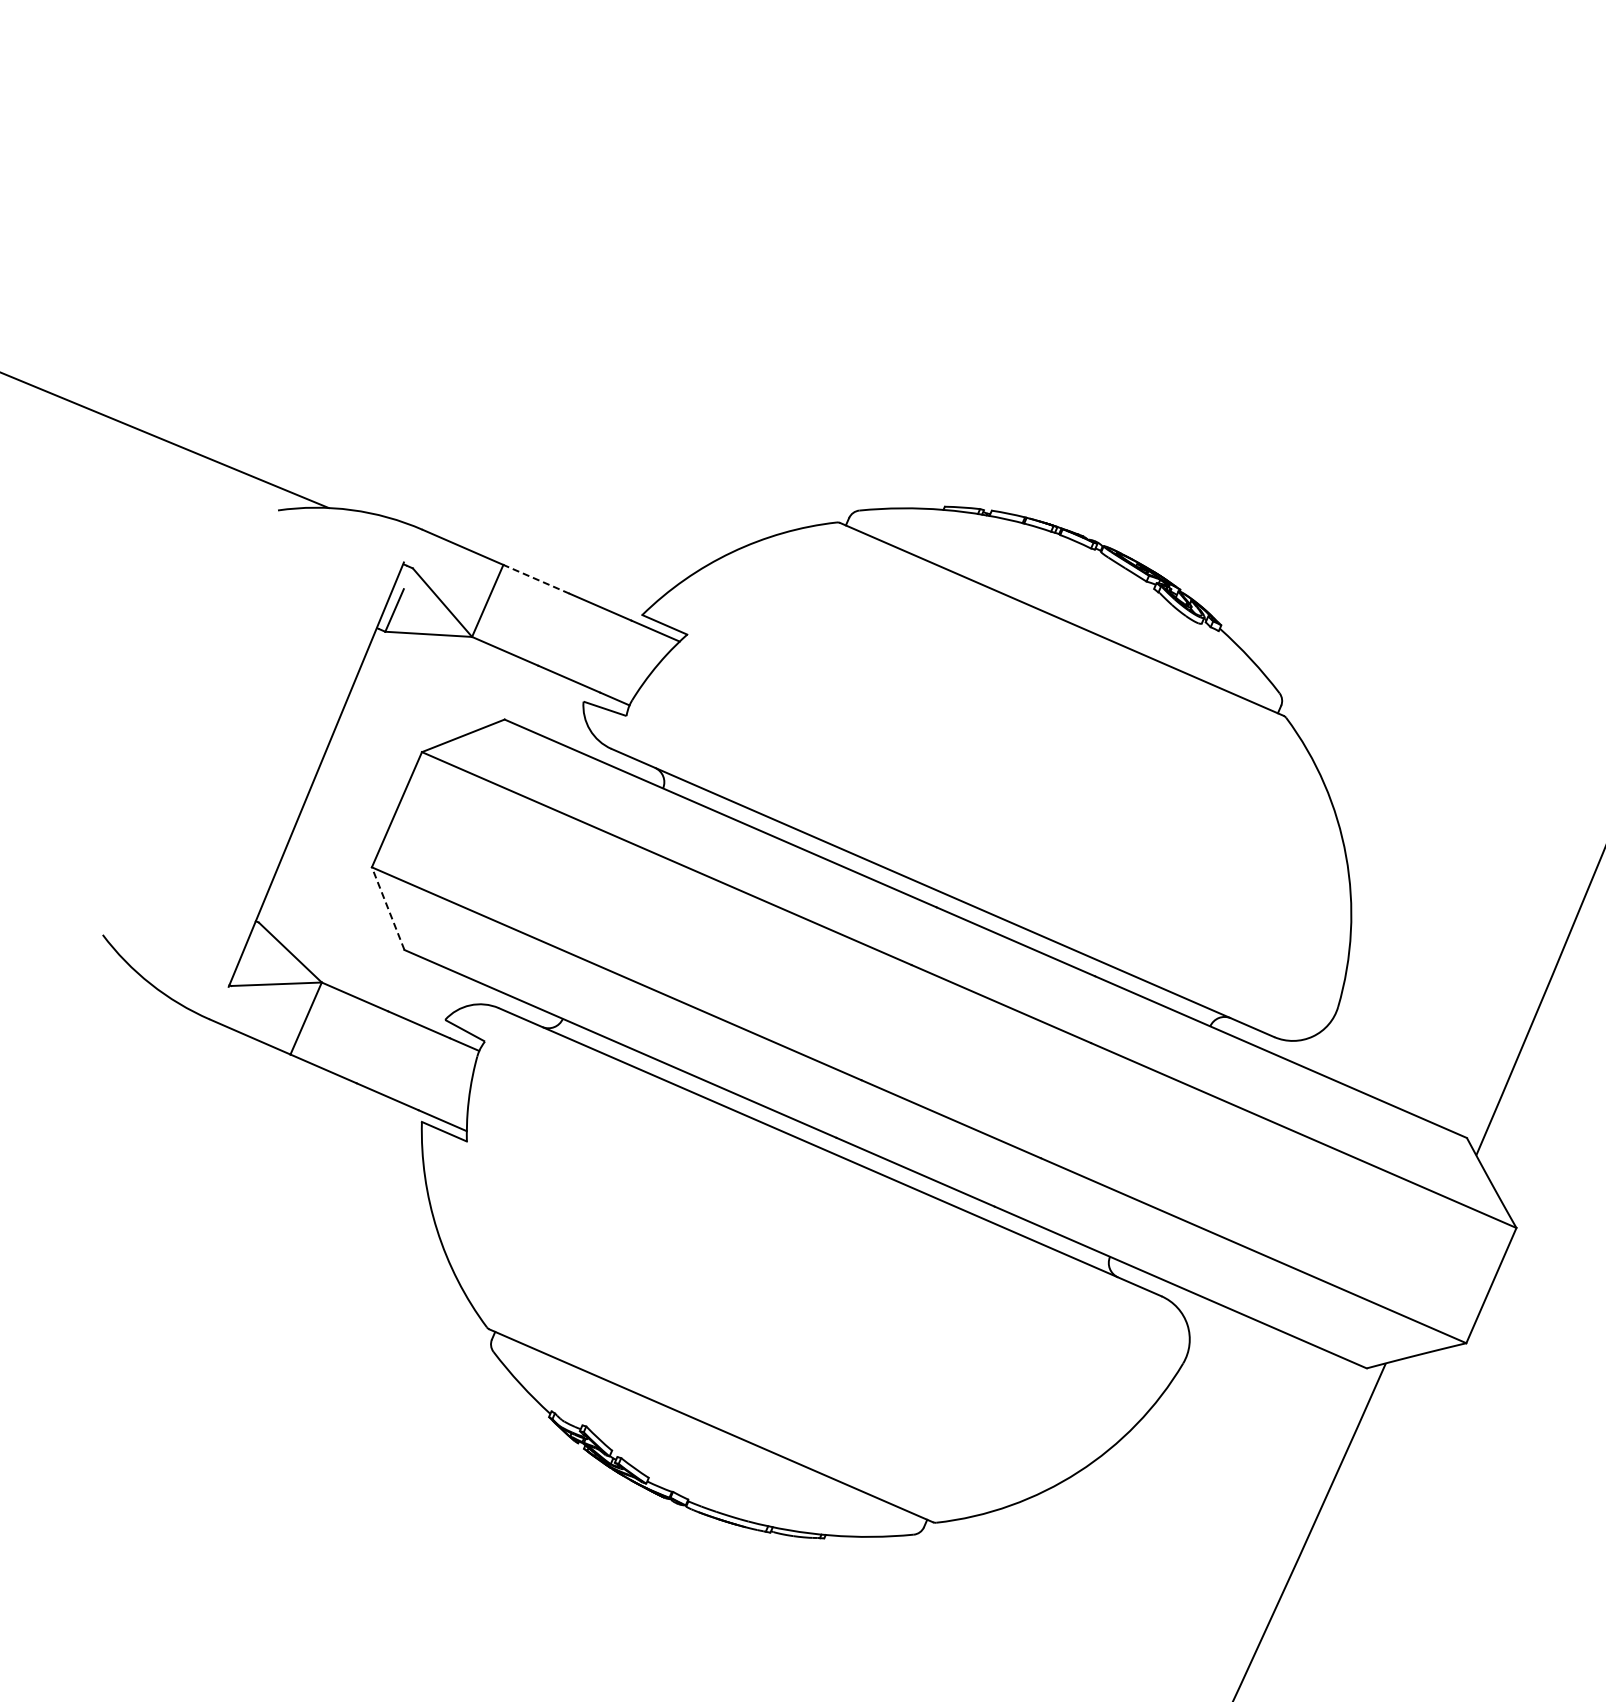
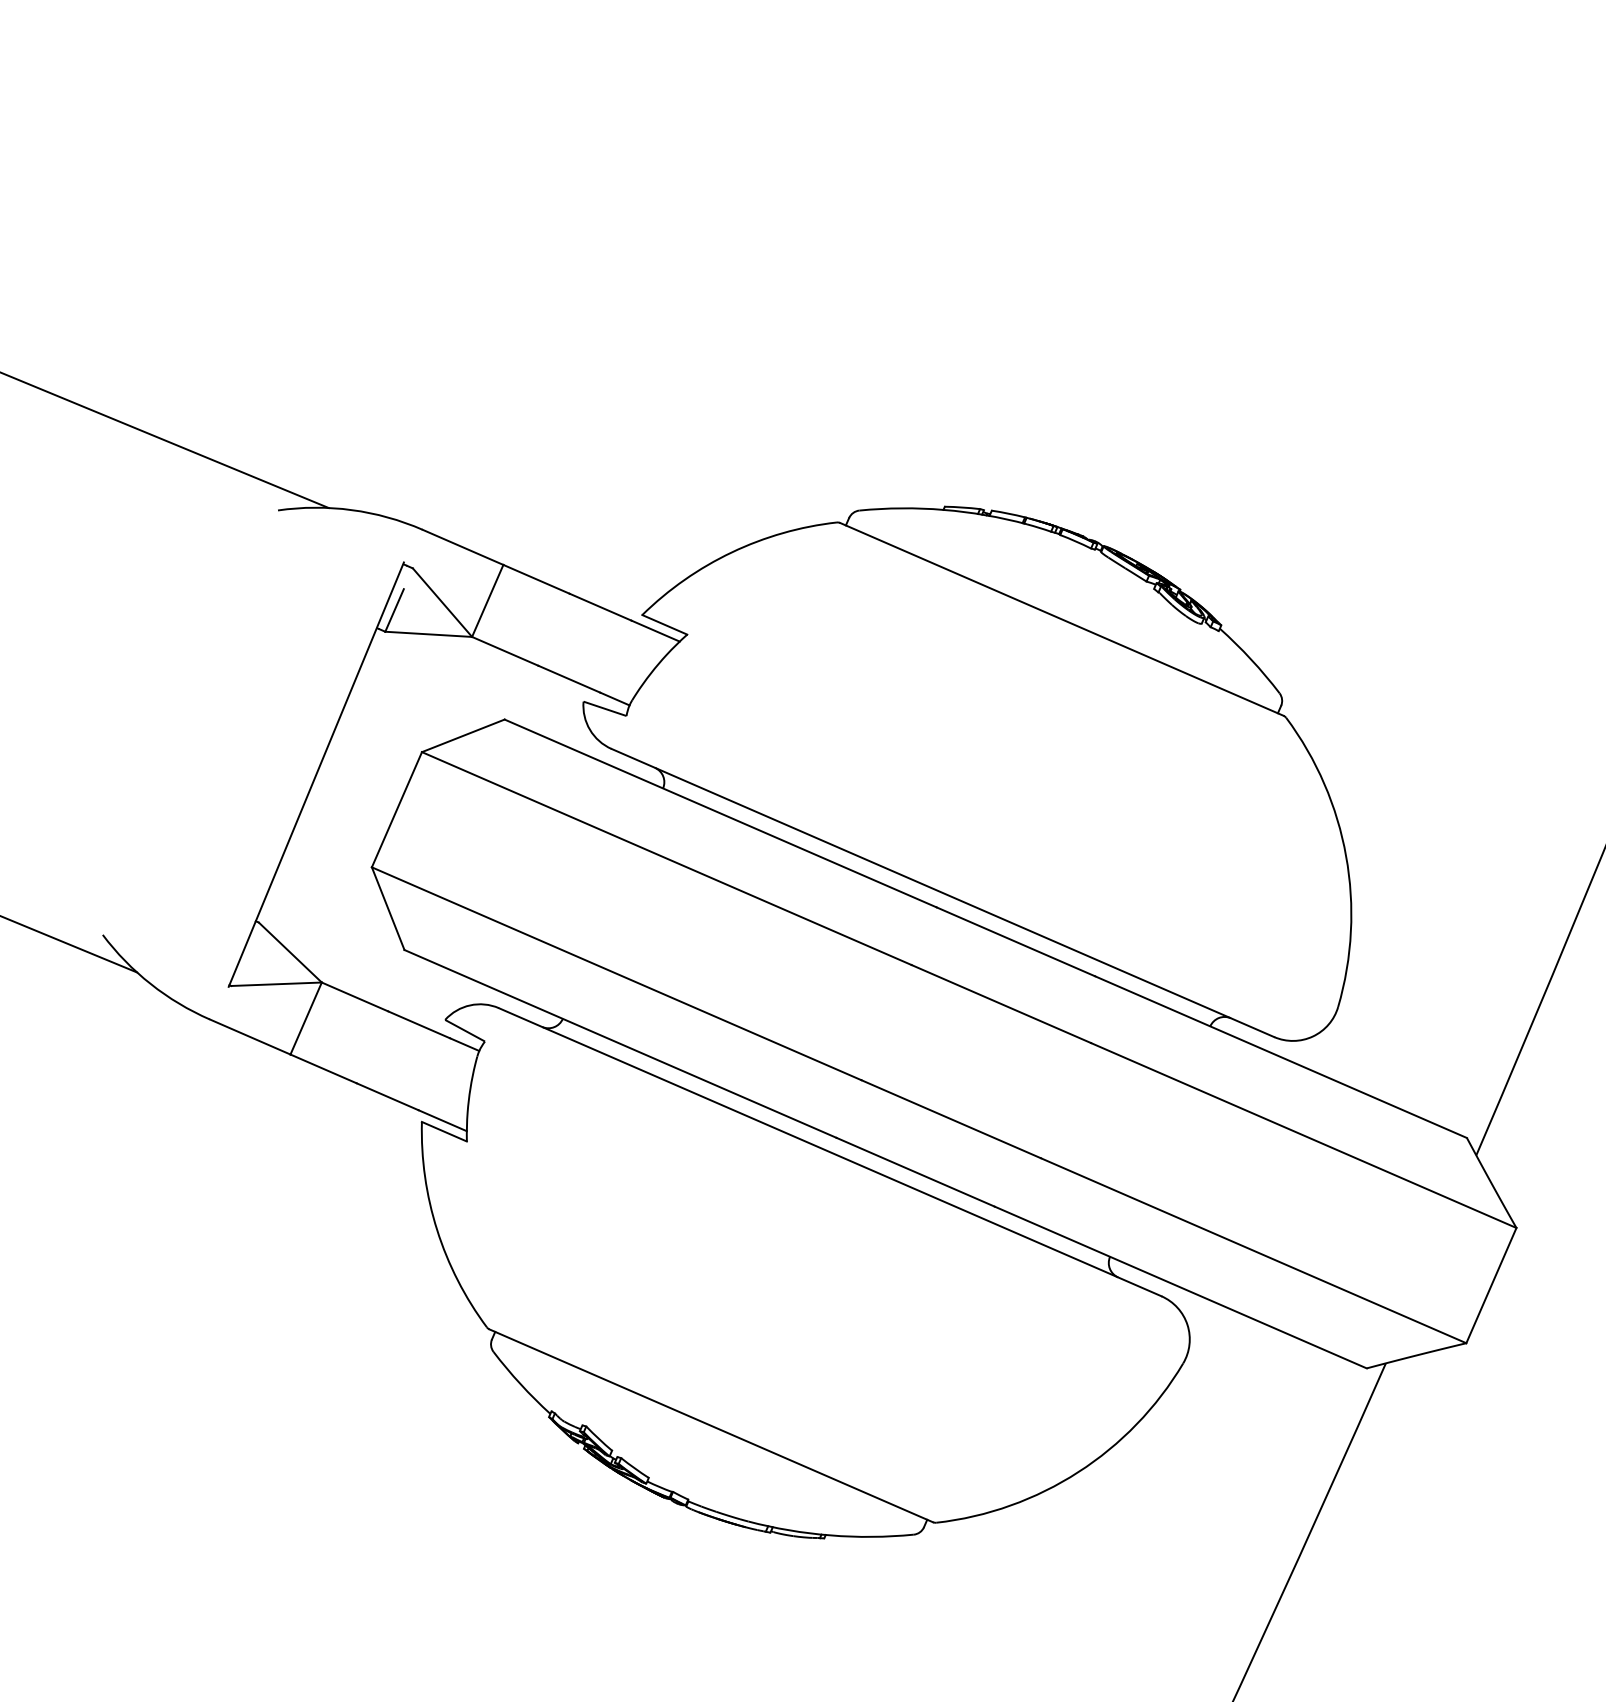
line at (536, 579): dashed -> solid
line at (388, 908): dashed -> solid
line at (69, 944): none -> present
